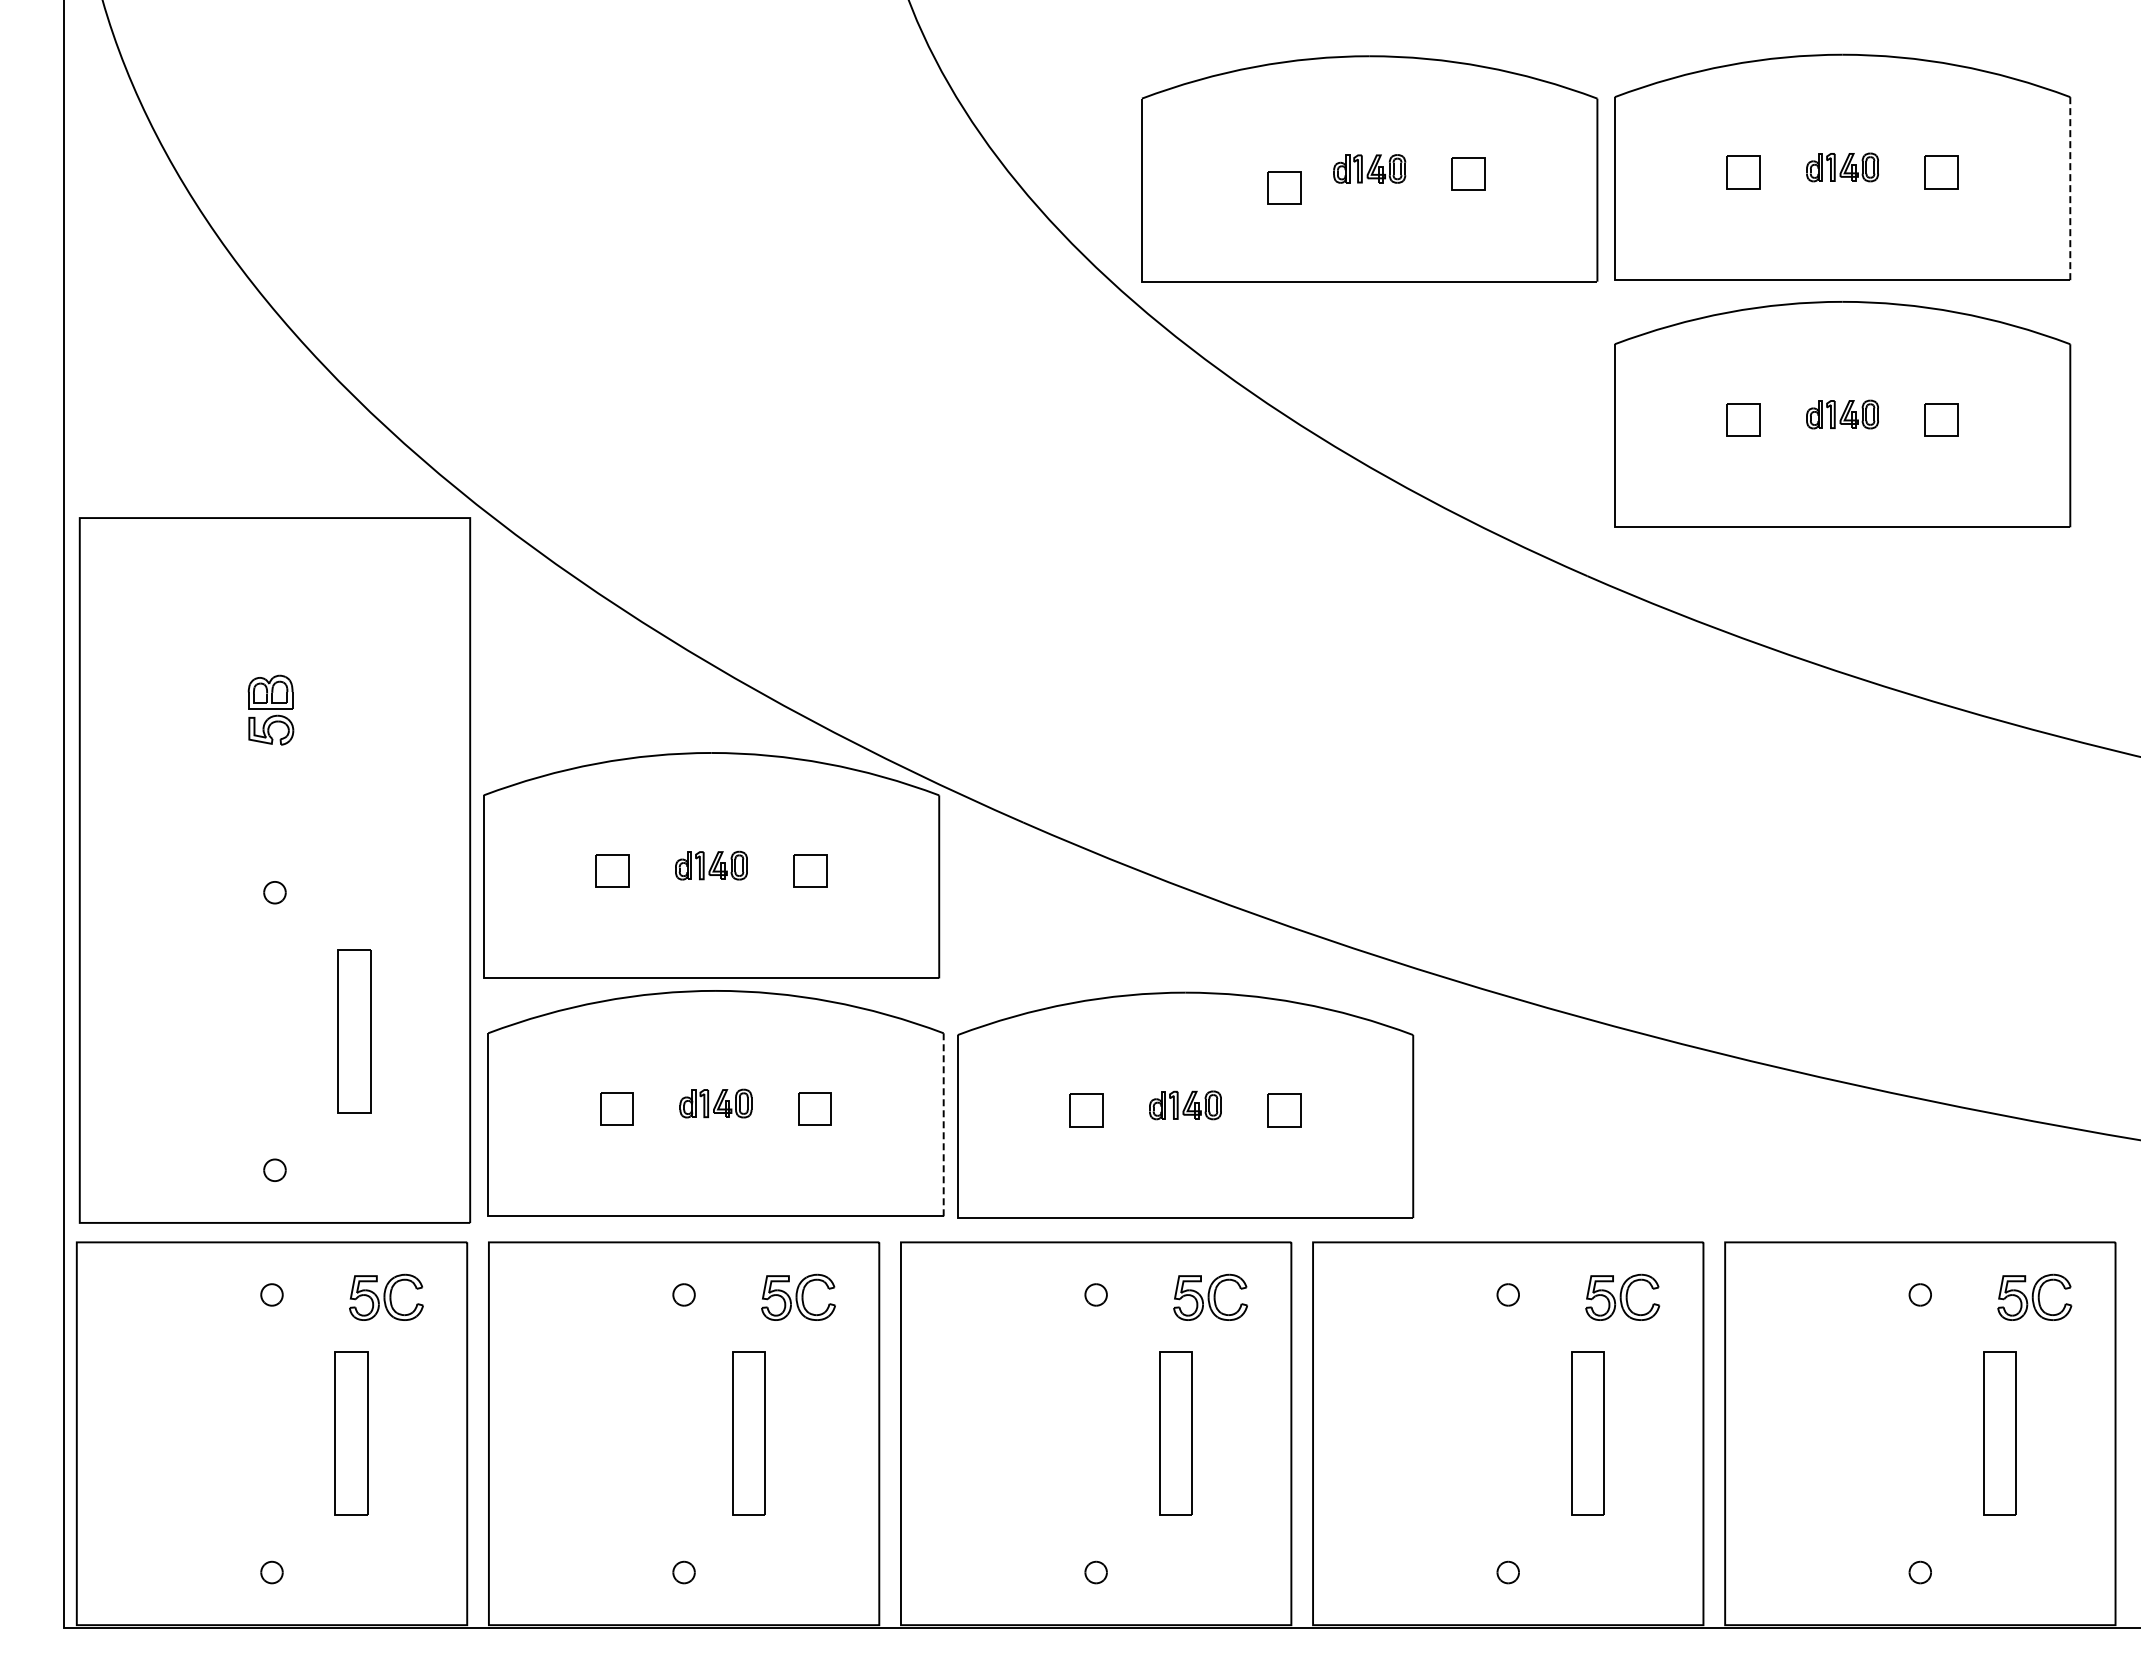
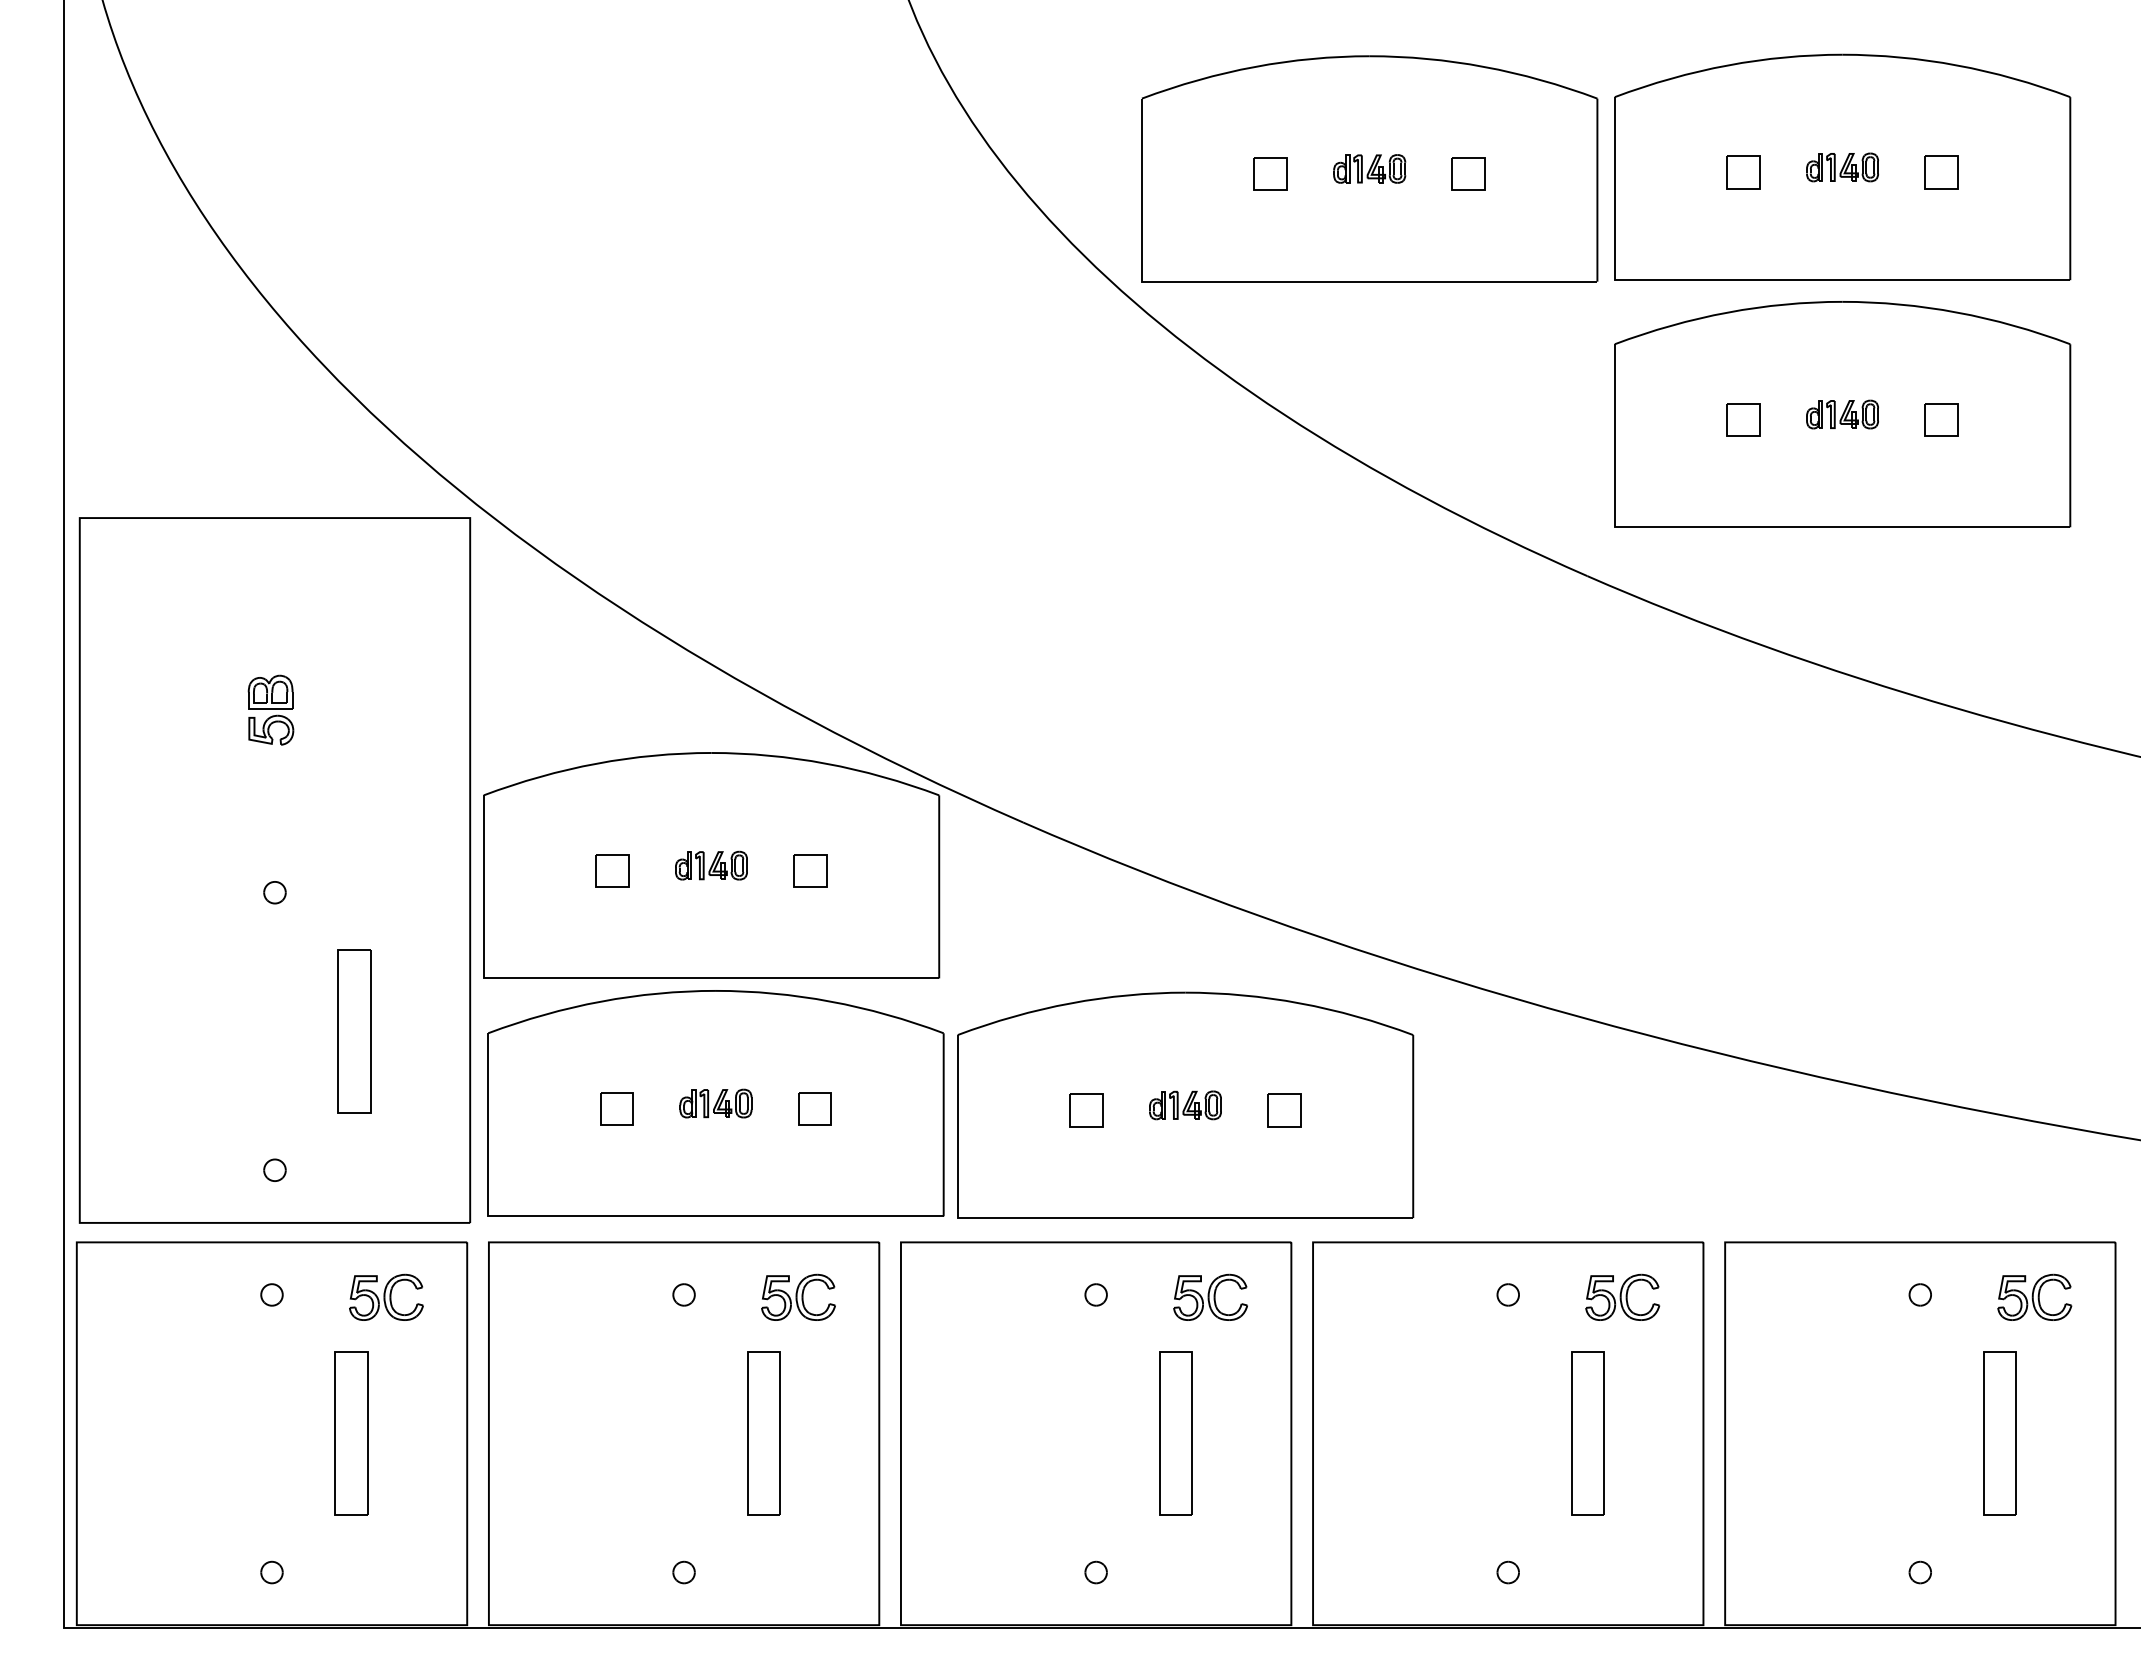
part at (1284, 187) position: (1284, 187) -> (1270, 173)
line at (2070, 188): dashed -> solid
line at (943, 1124): dashed -> solid
part at (748, 1433) position: (748, 1433) -> (763, 1433)
